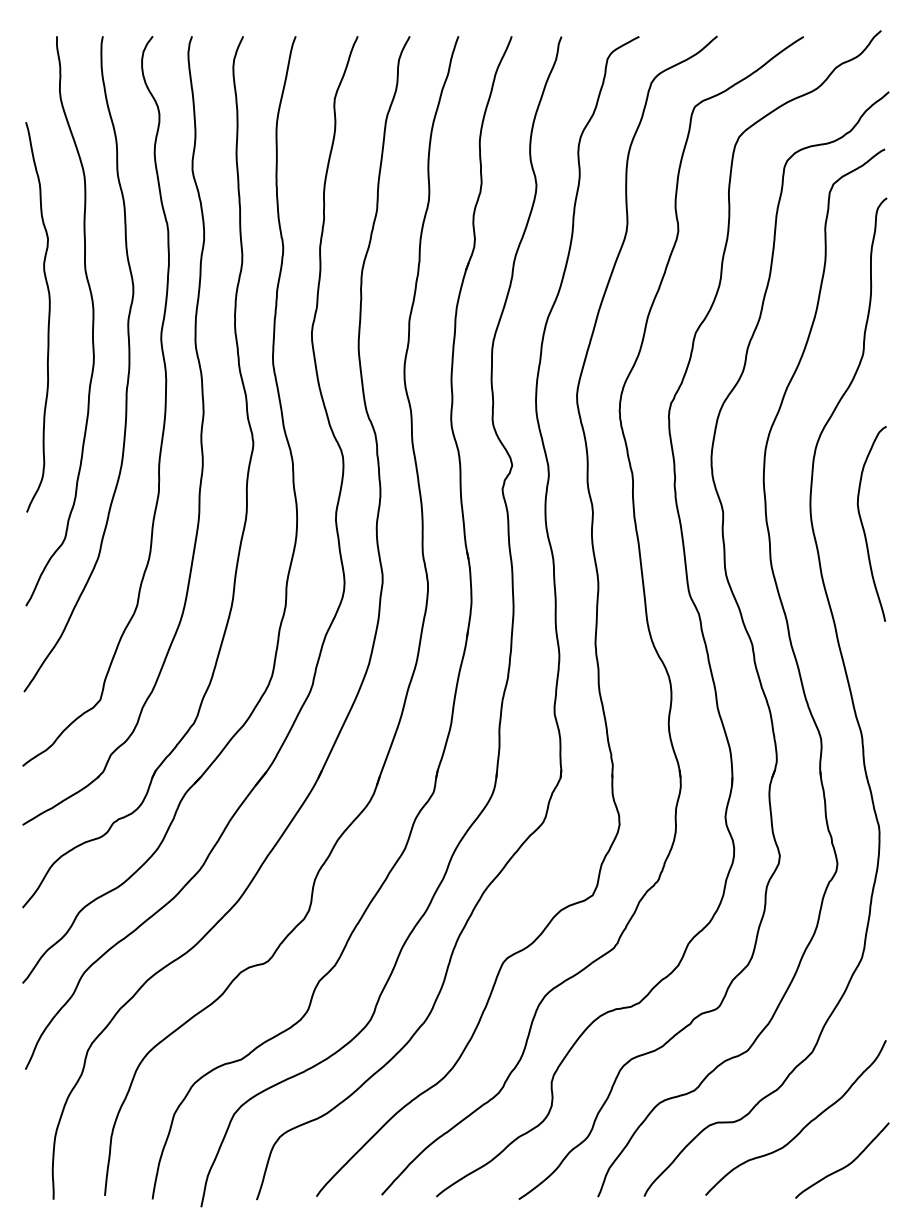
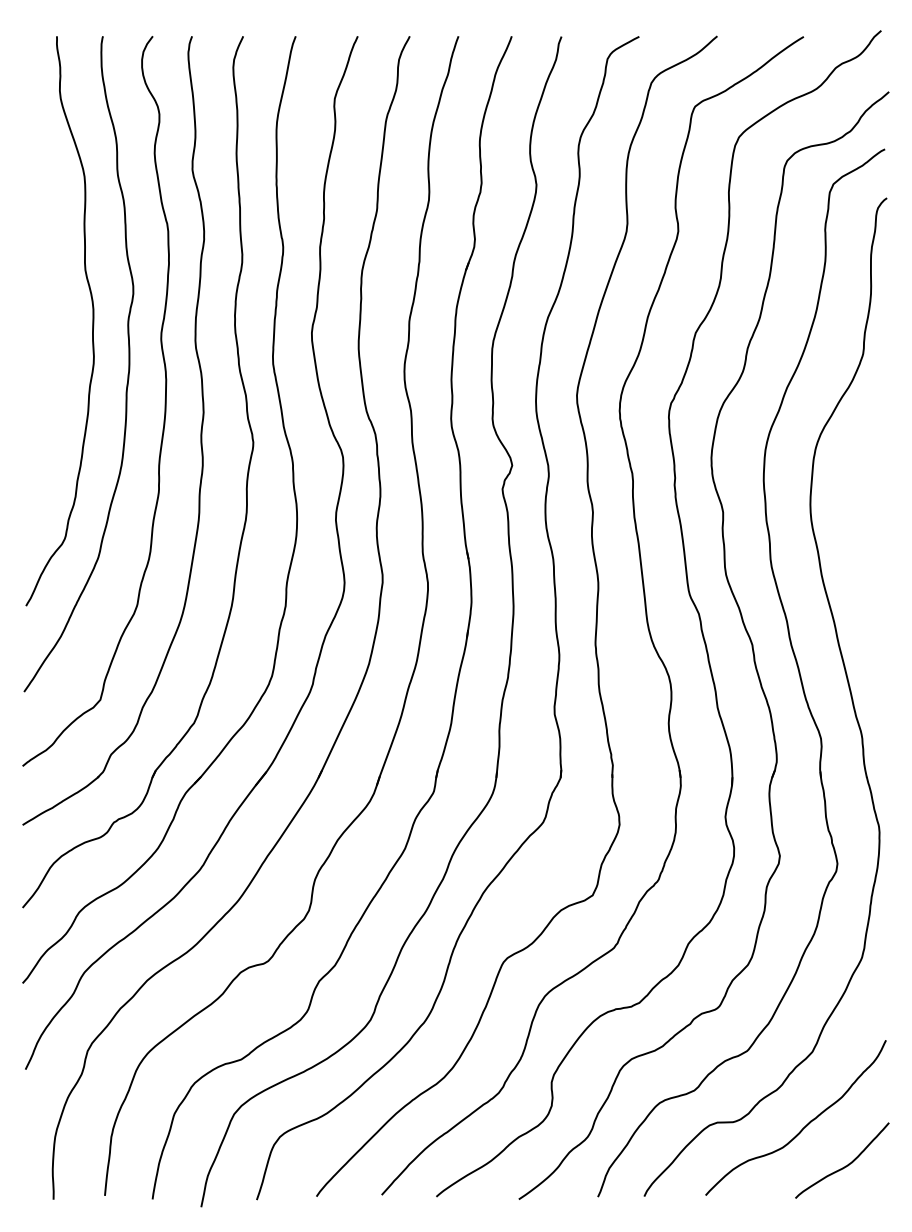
curve at (48, 317): present -> none
curve at (863, 524): present -> none
